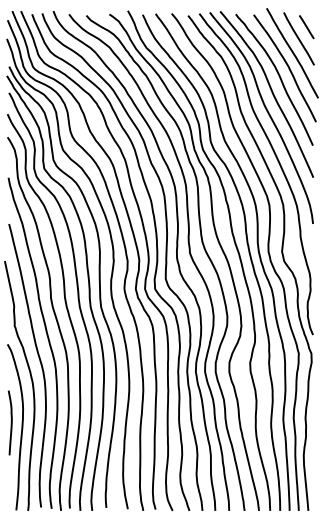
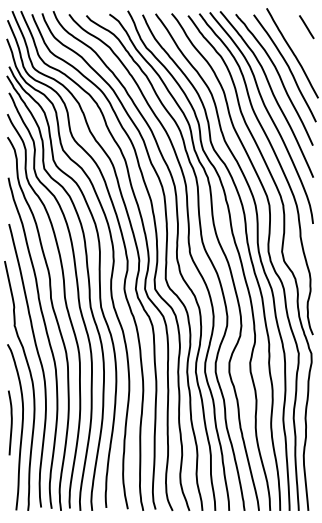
line at (298, 38): present -> none
